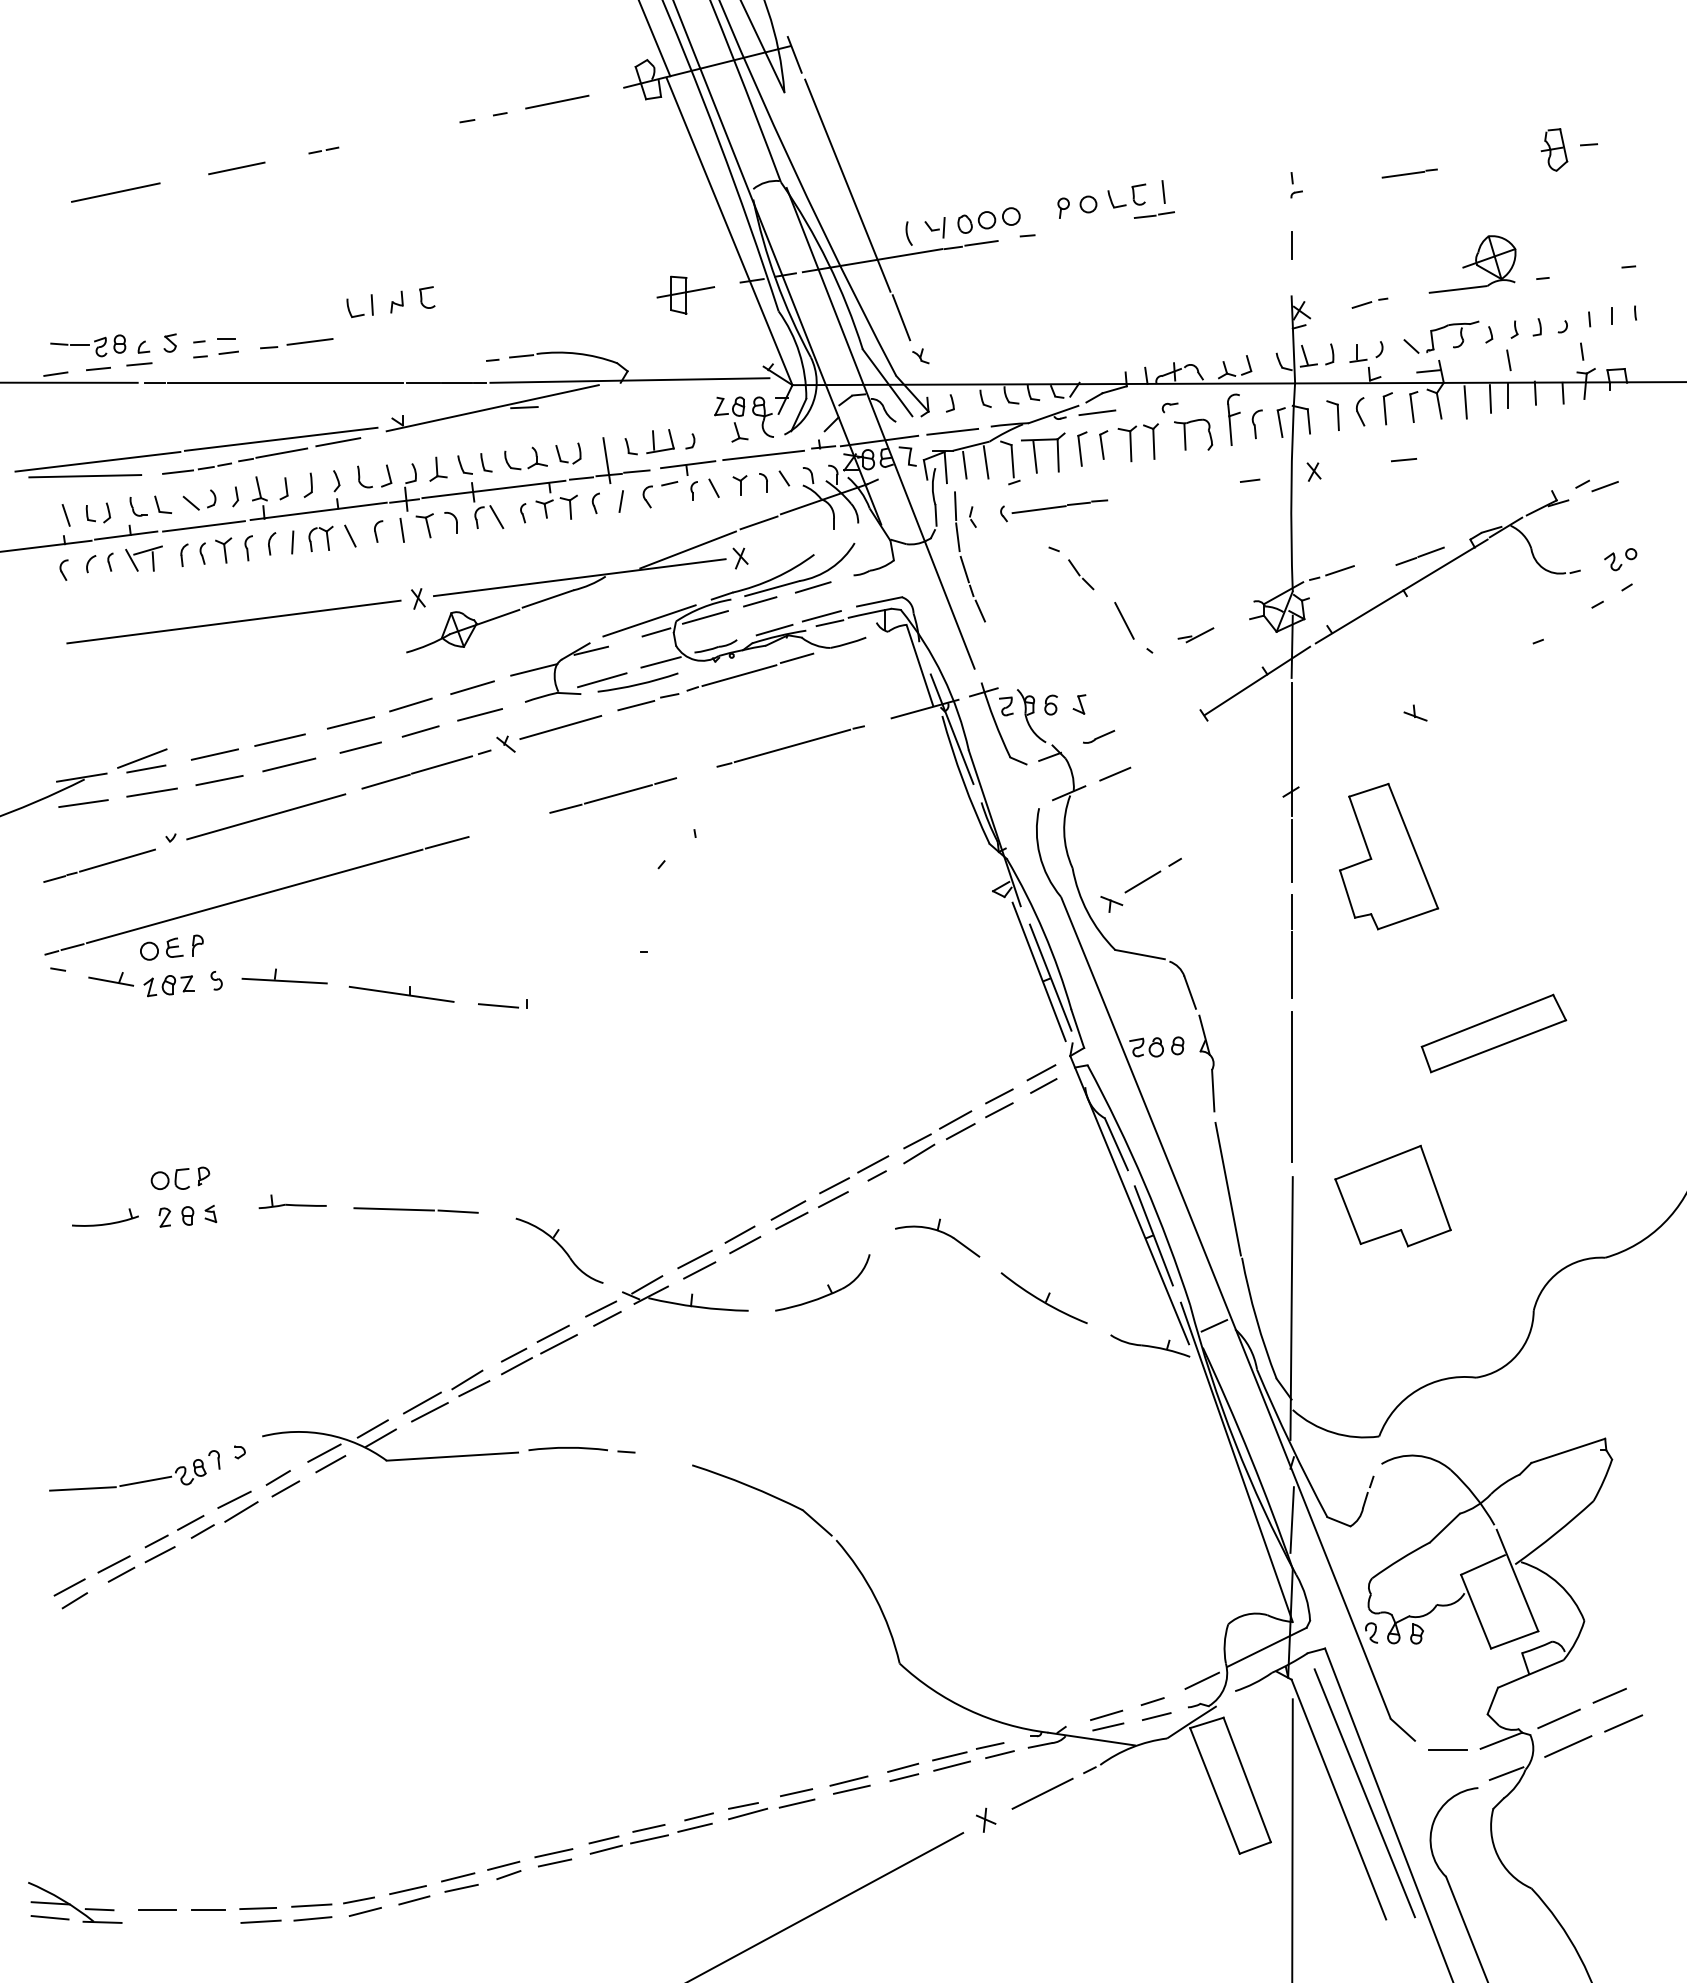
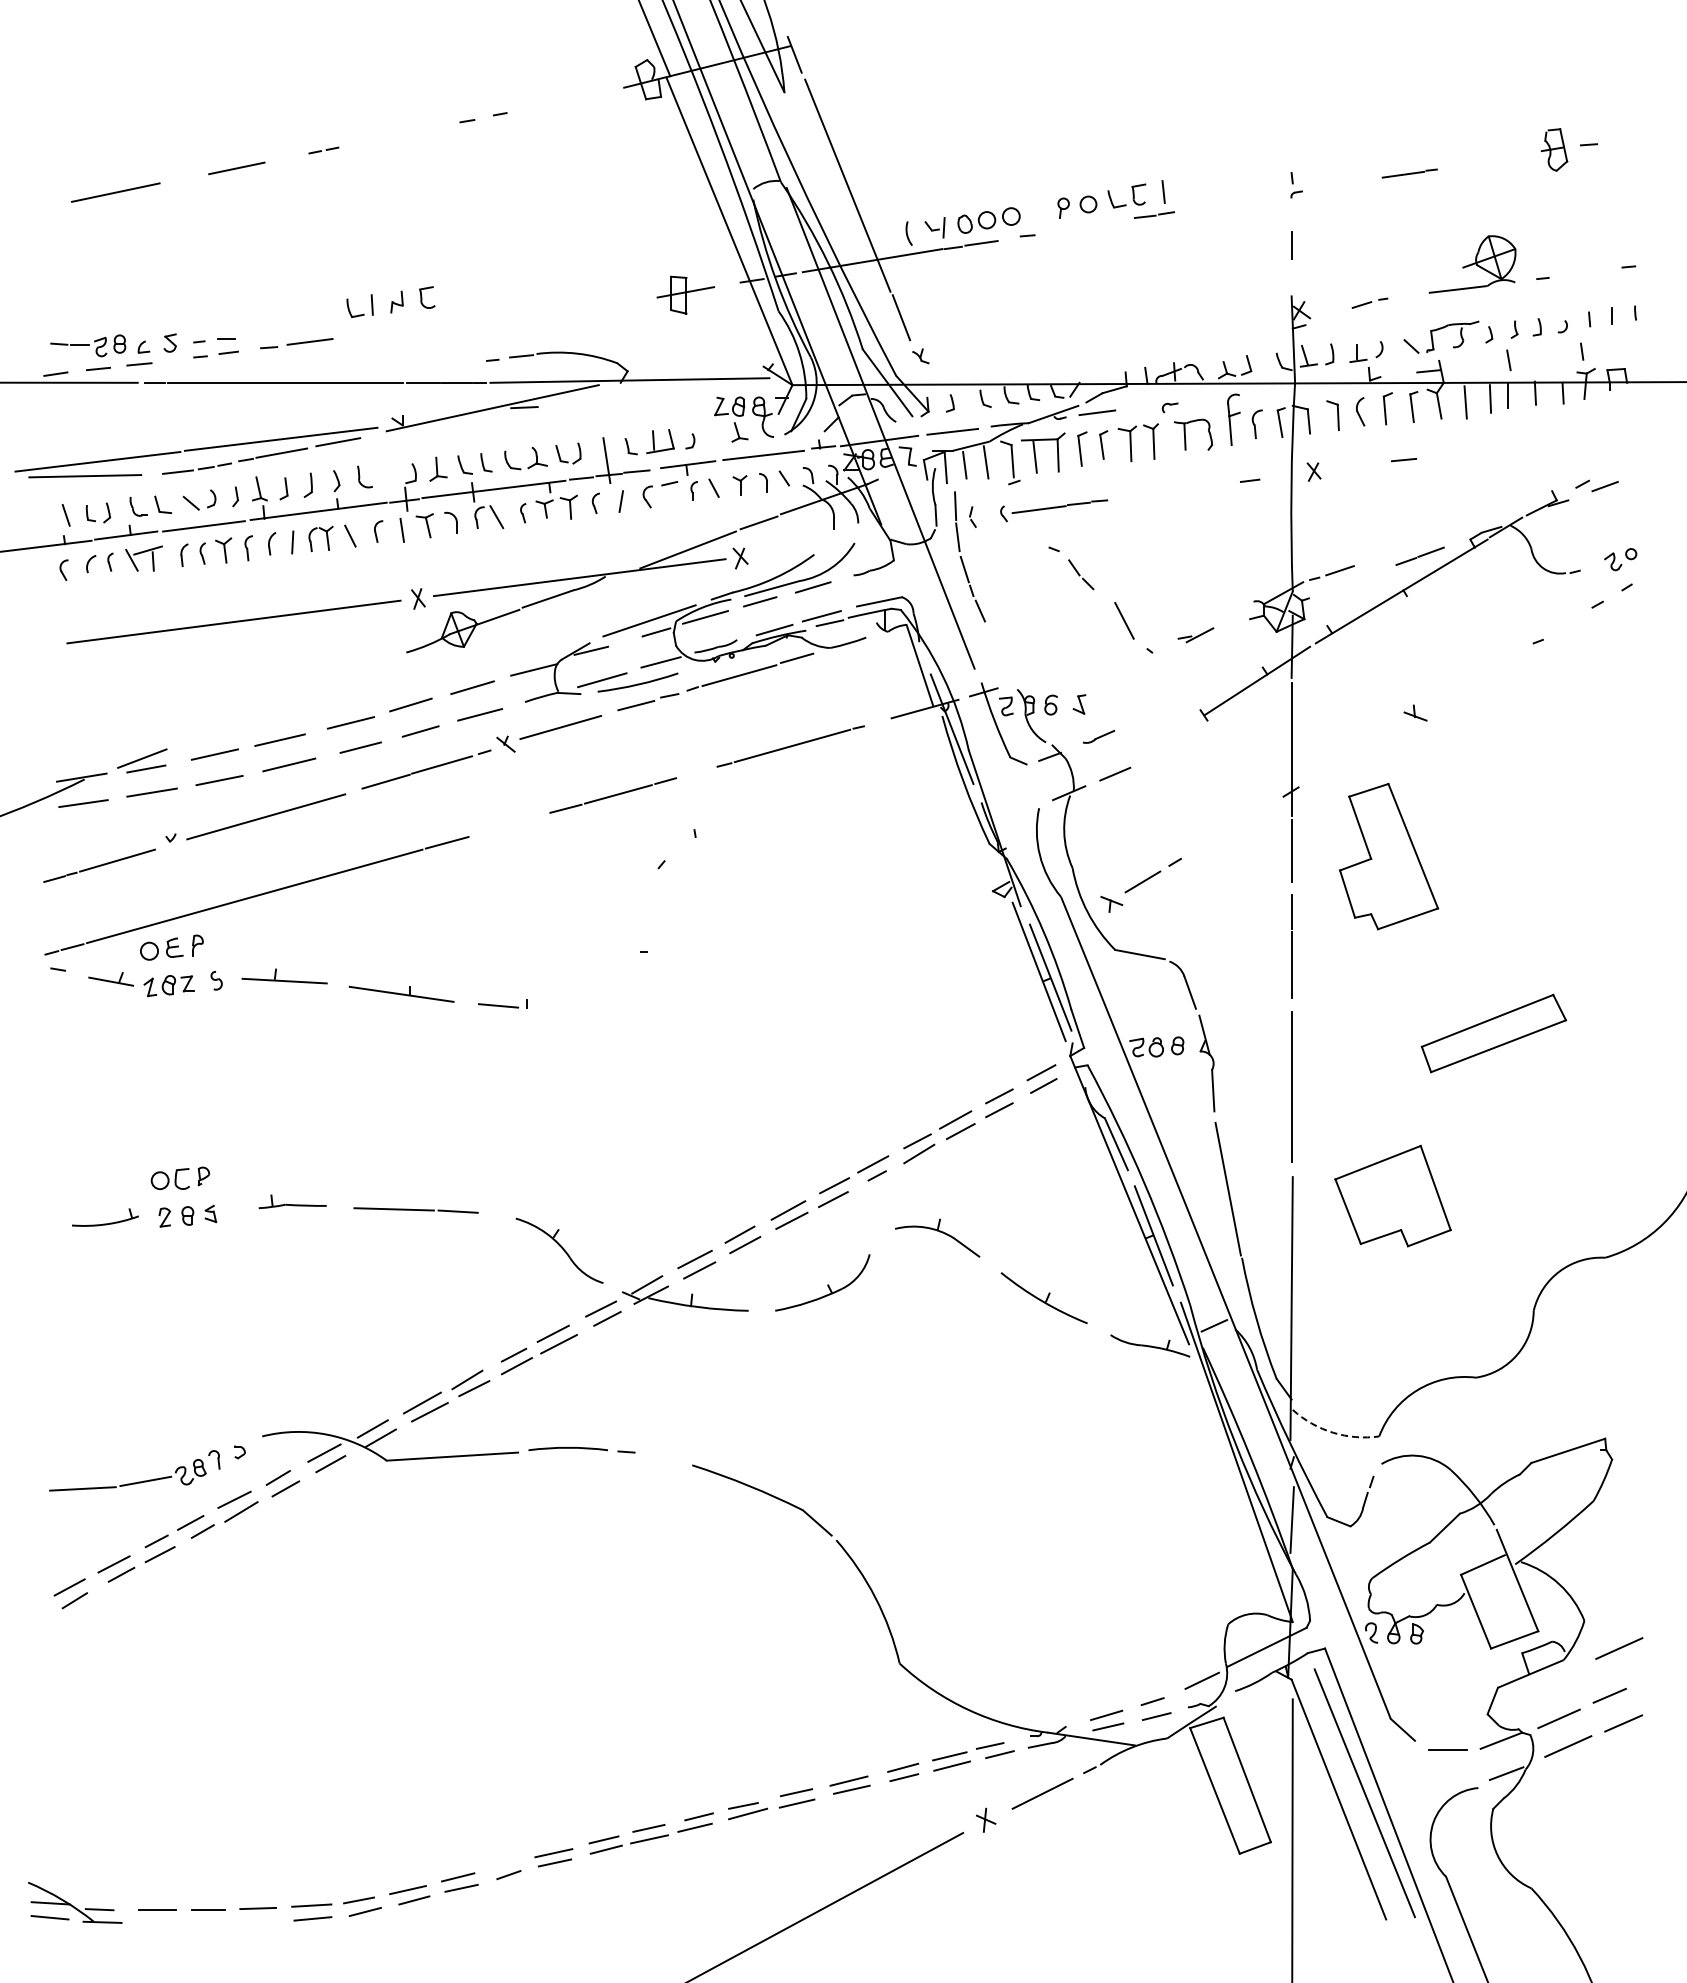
line at (557, 101): present -> none
part at (386, 475): present -> none
arc at (1333, 1432): solid -> dashed
line at (1619, 1648): none -> present
line at (503, 1865): present -> none
line at (260, 1921): present -> none
